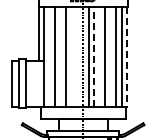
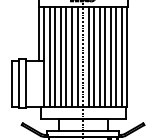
line at (49, 56): none -> present
line at (60, 56): none -> present
line at (72, 56): none -> present
line at (77, 56): none -> present
line at (94, 56): dashed -> solid
line at (99, 56): none -> present
line at (110, 56): none -> present
line at (127, 56): dashed -> solid
